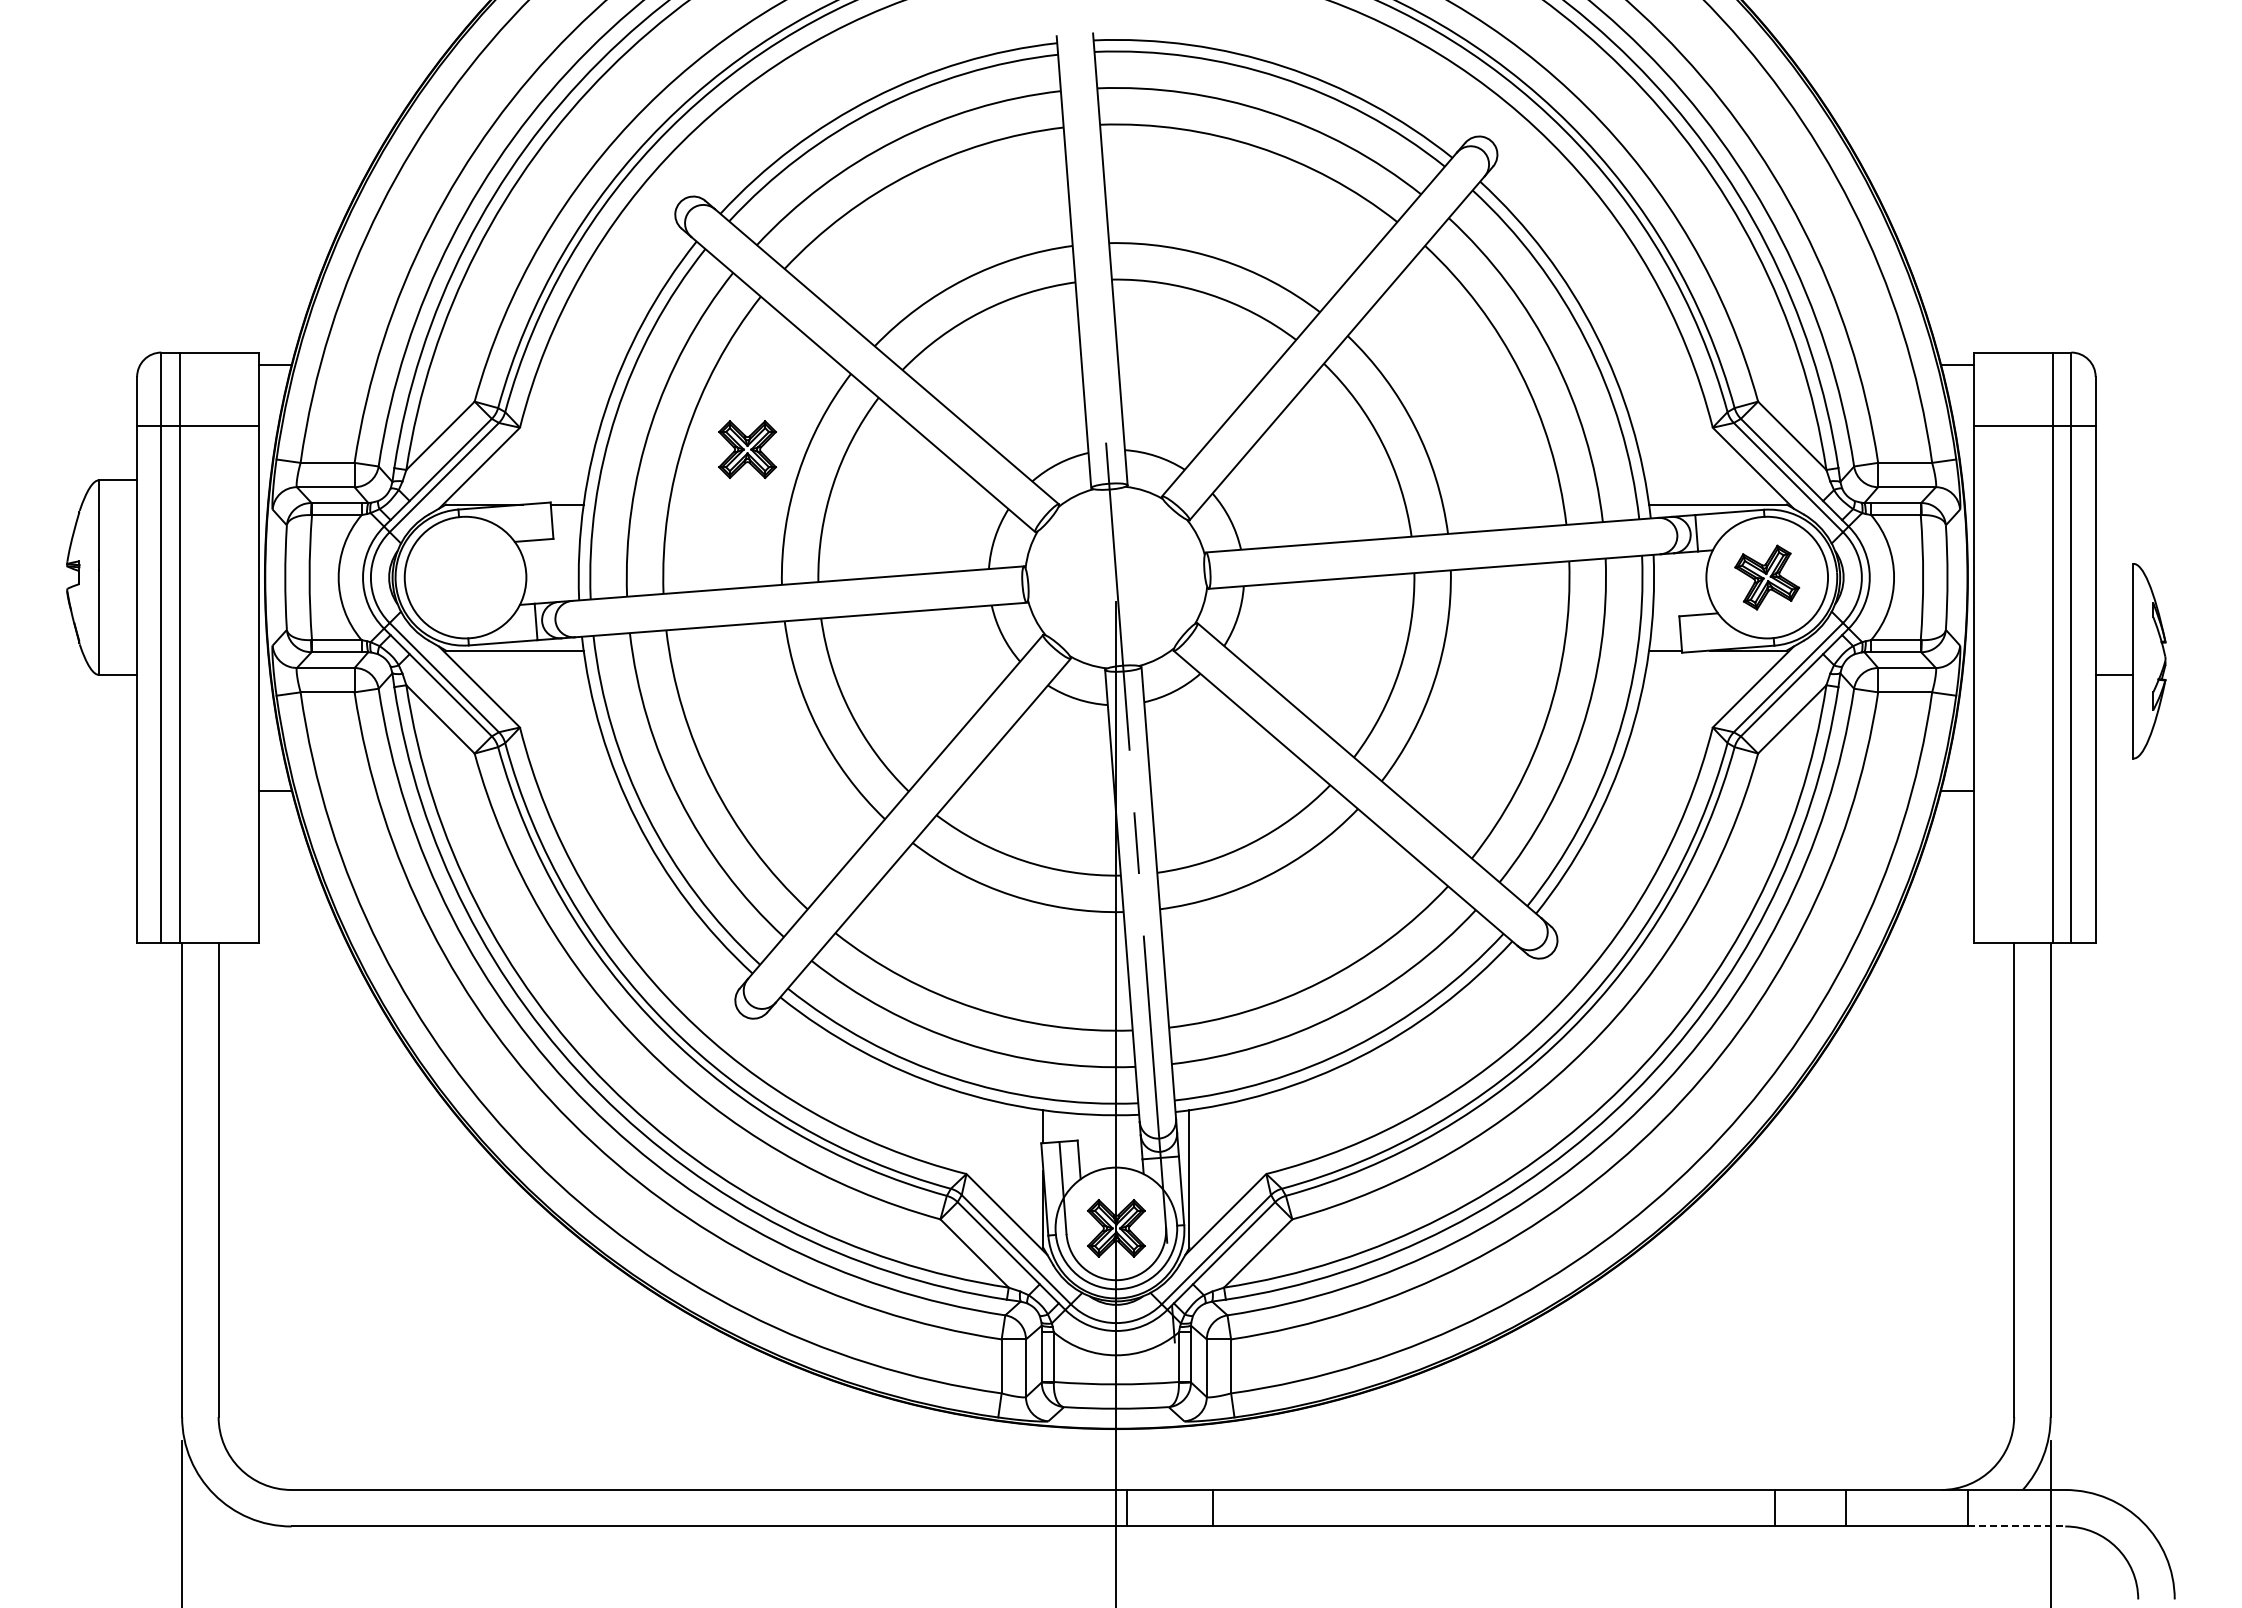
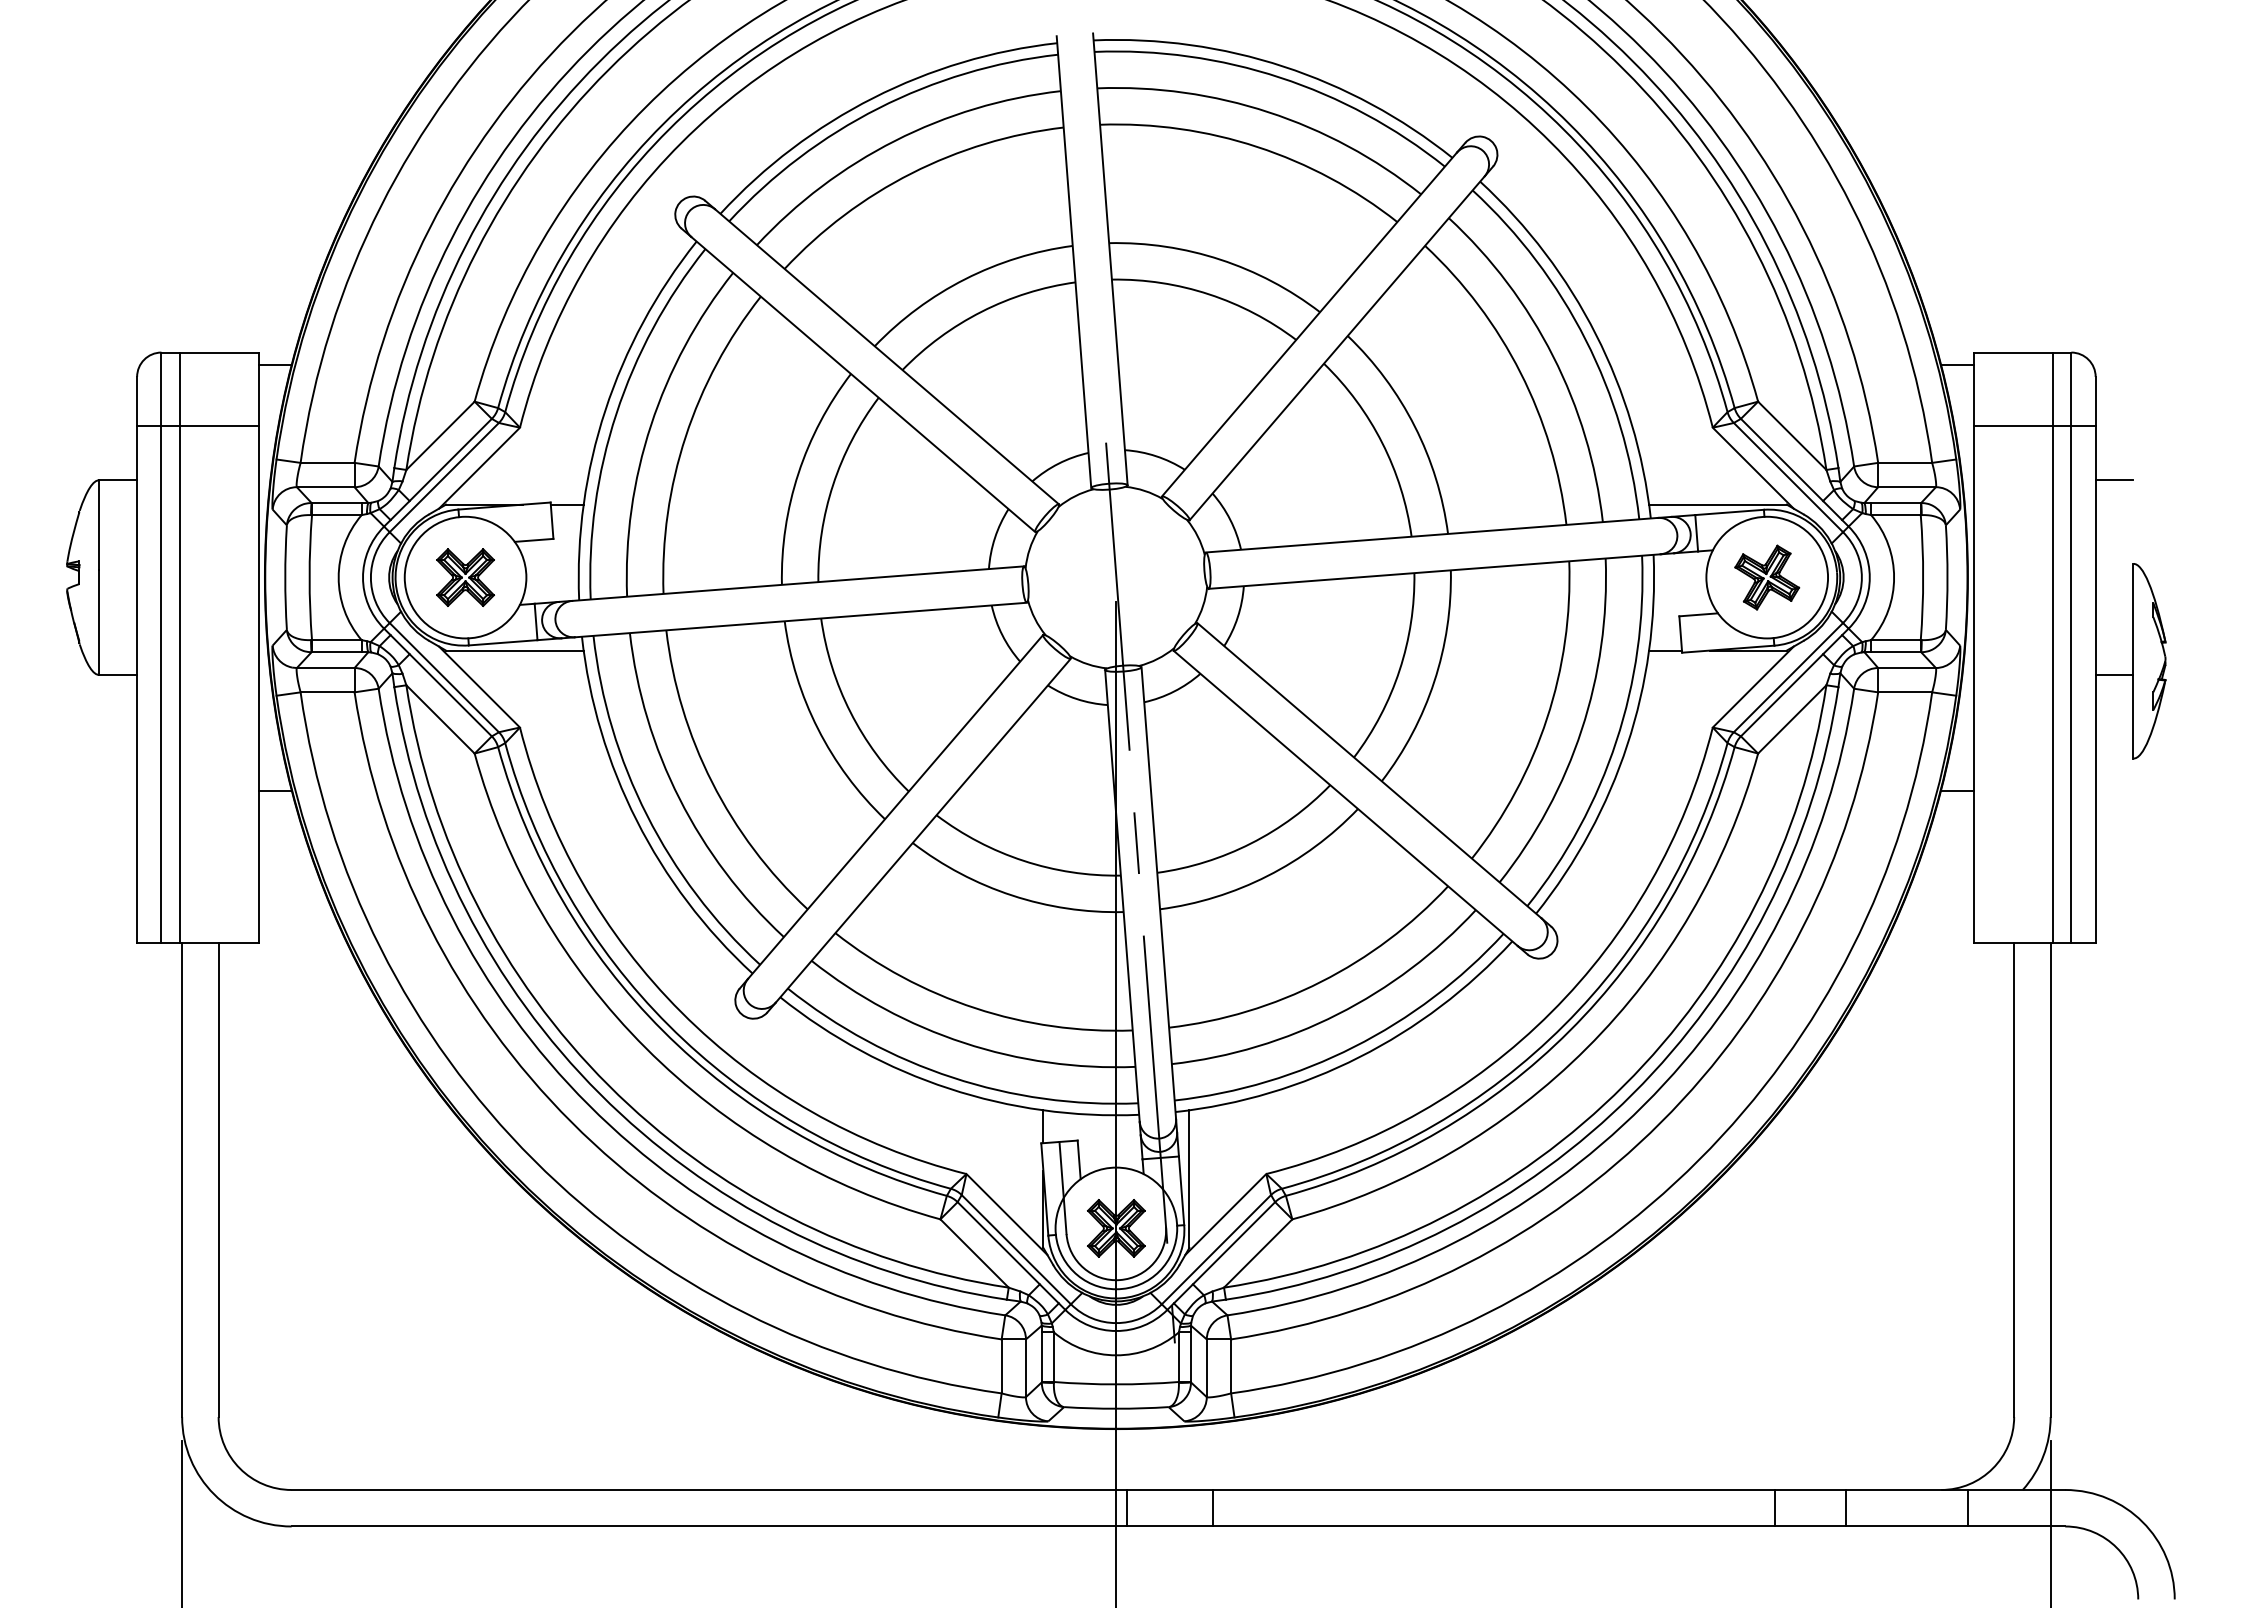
part at (747, 449) position: (747, 449) -> (465, 577)
line at (2114, 480): none -> present
line at (2016, 1526): dashed -> solid
